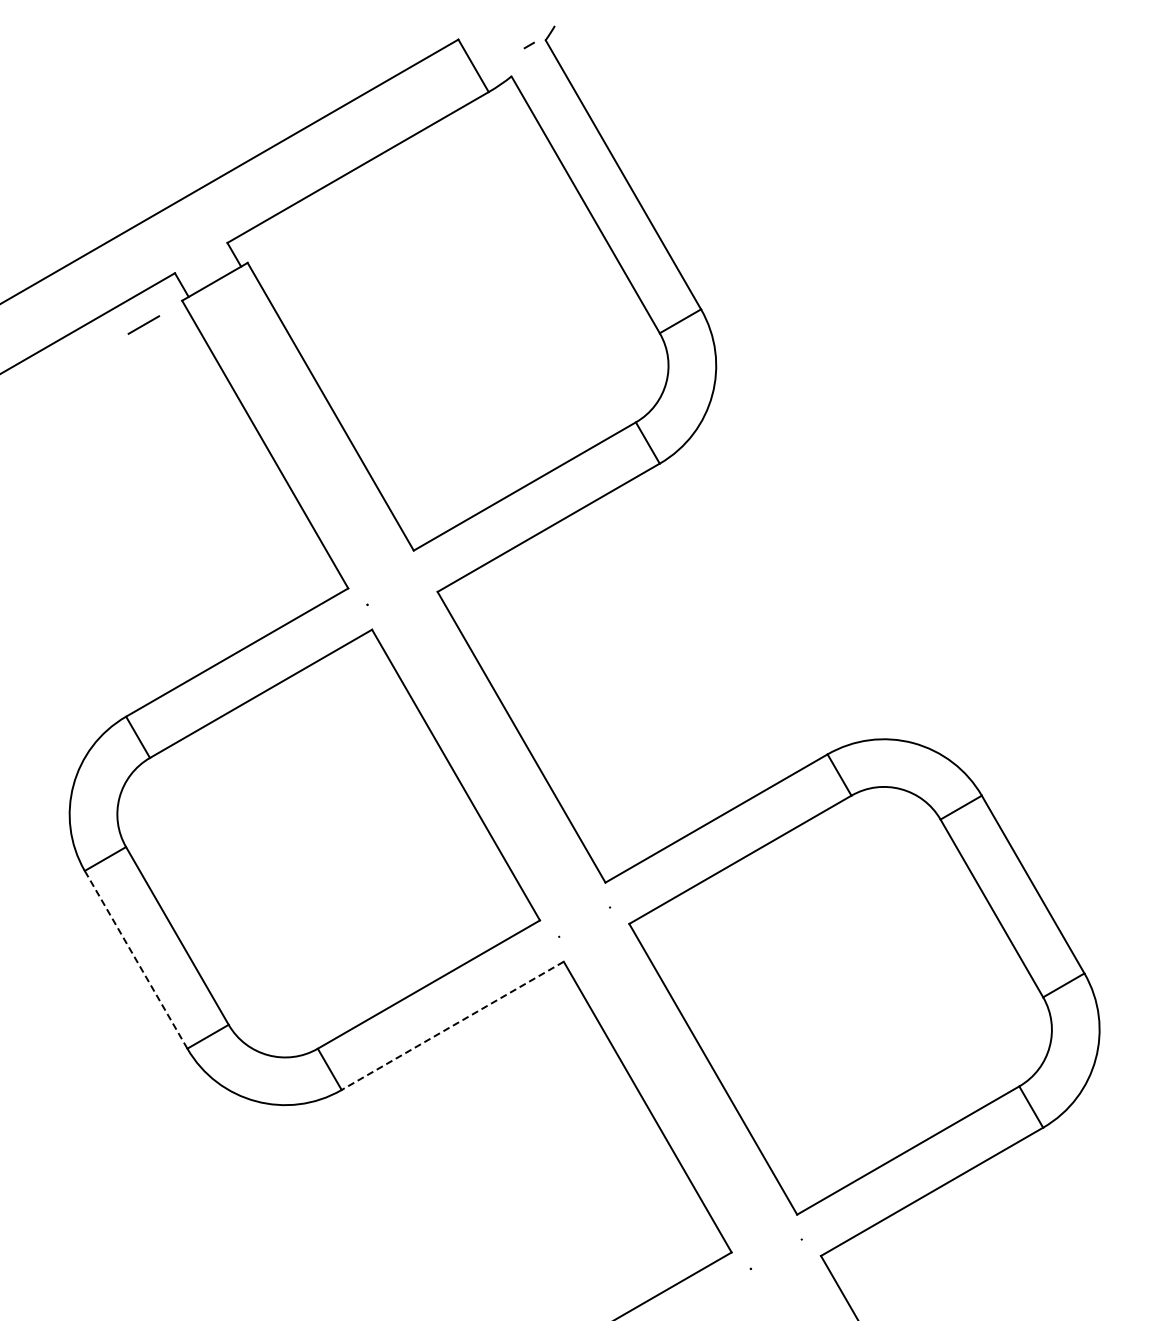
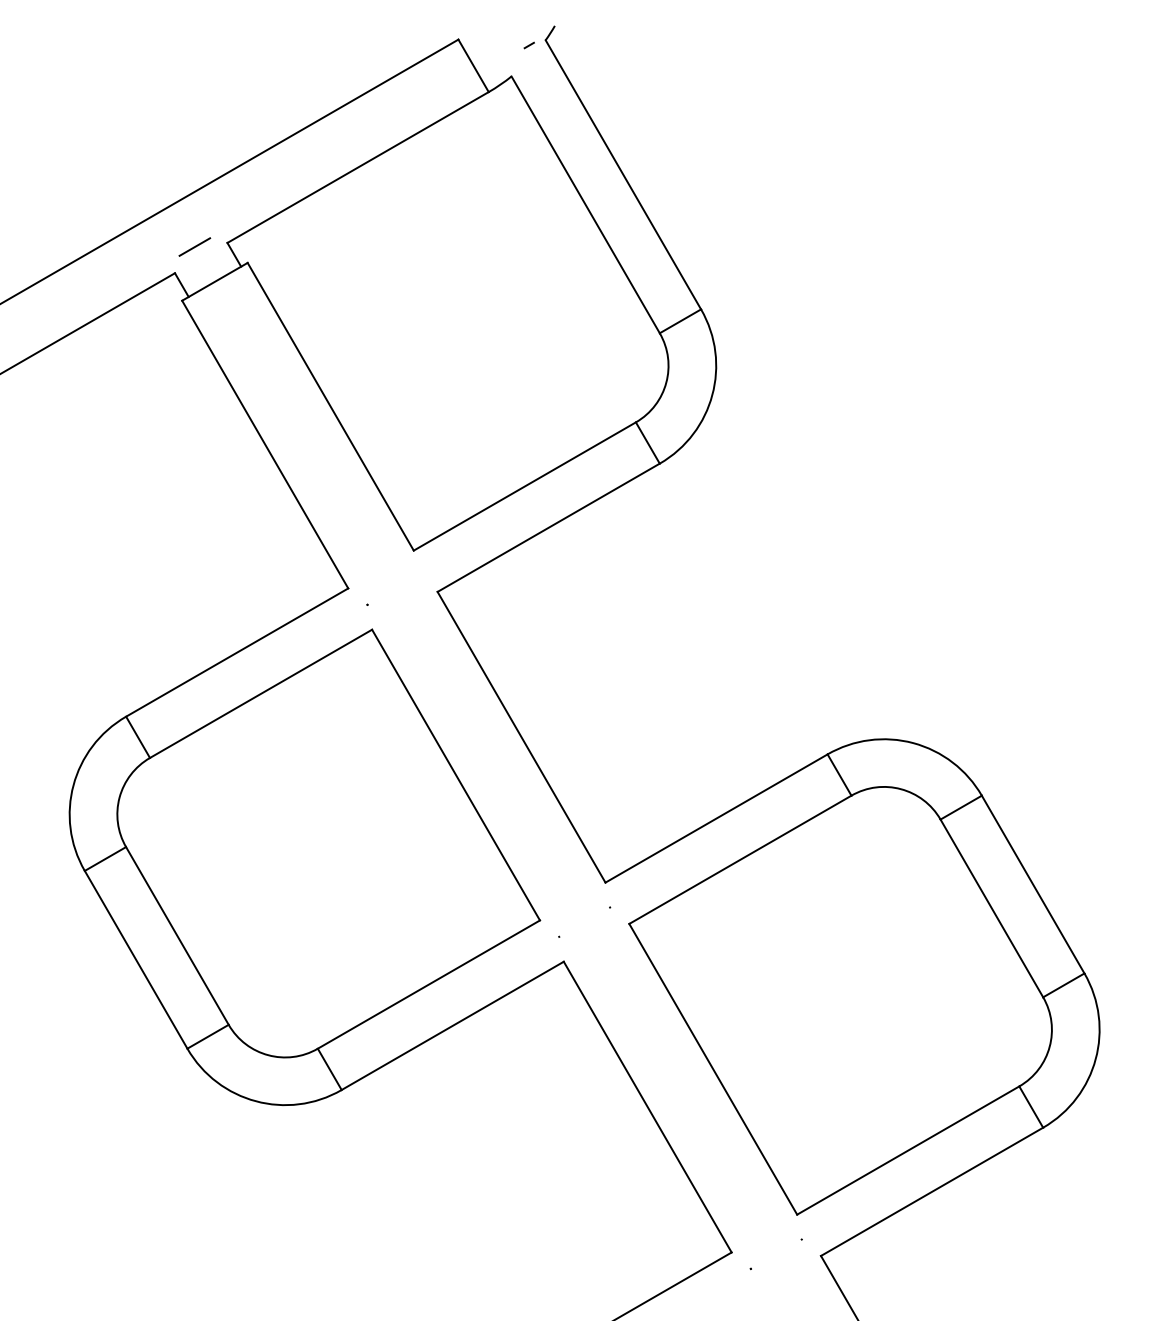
line at (143, 324) position: (143, 324) -> (194, 246)
line at (136, 959): dashed -> solid
line at (452, 1026): dashed -> solid
